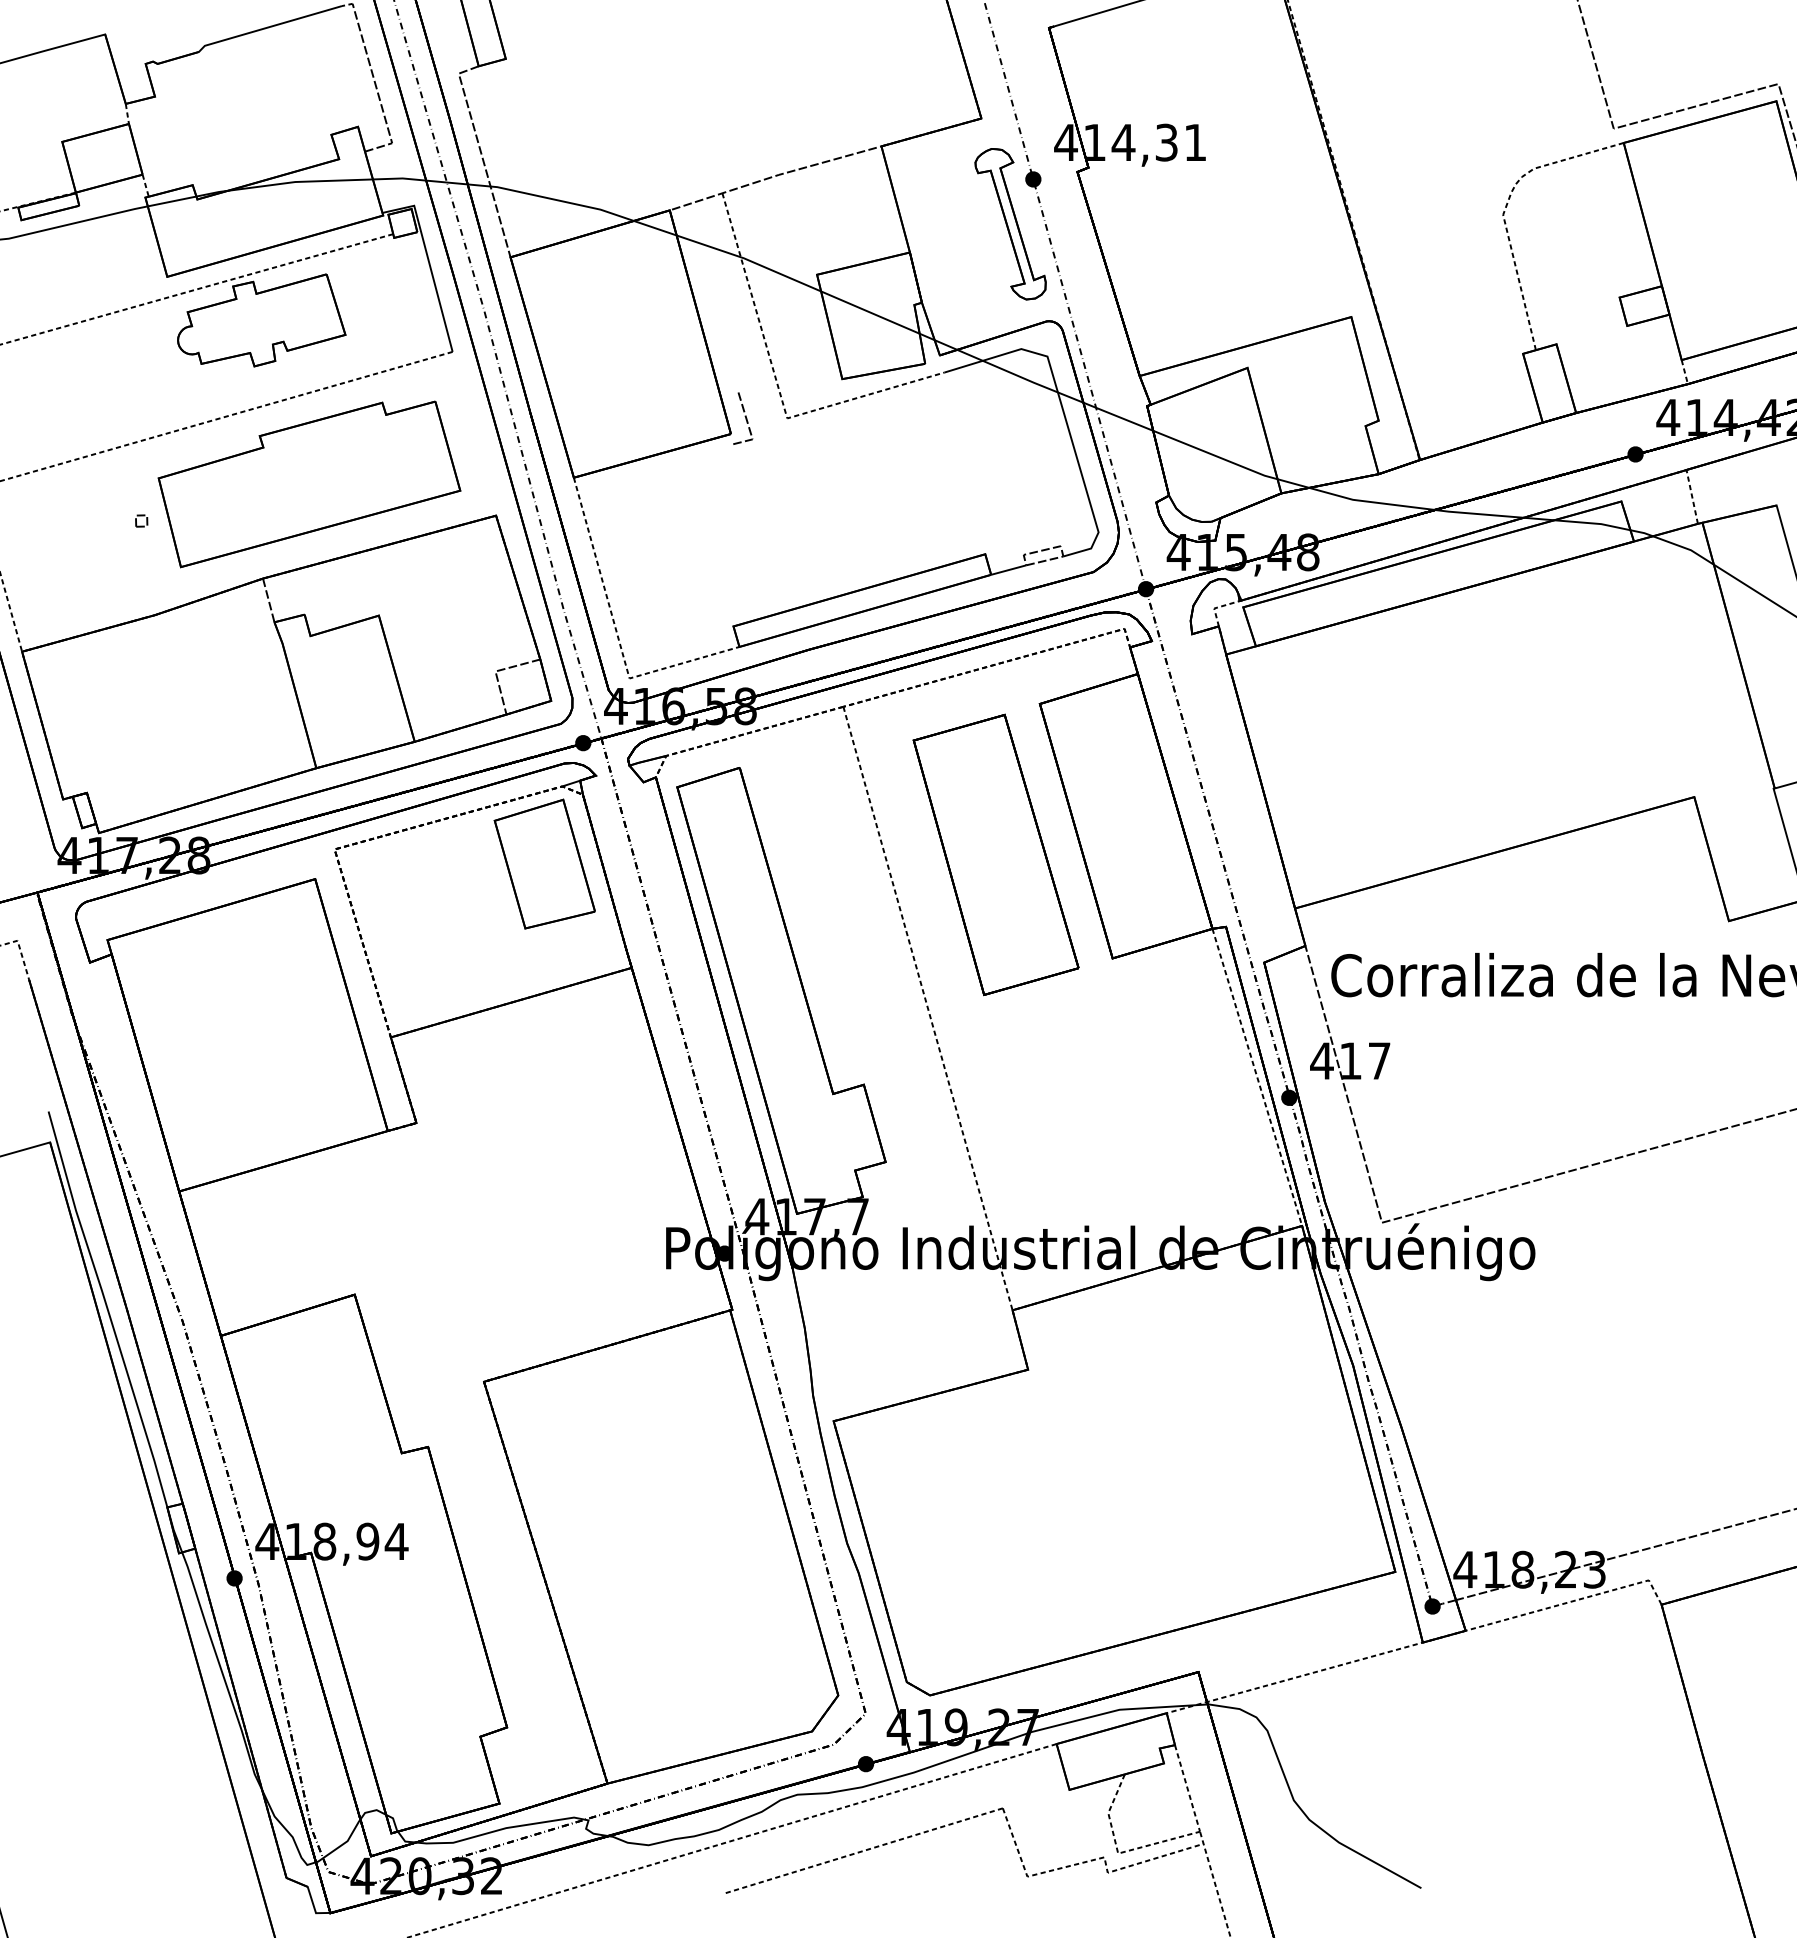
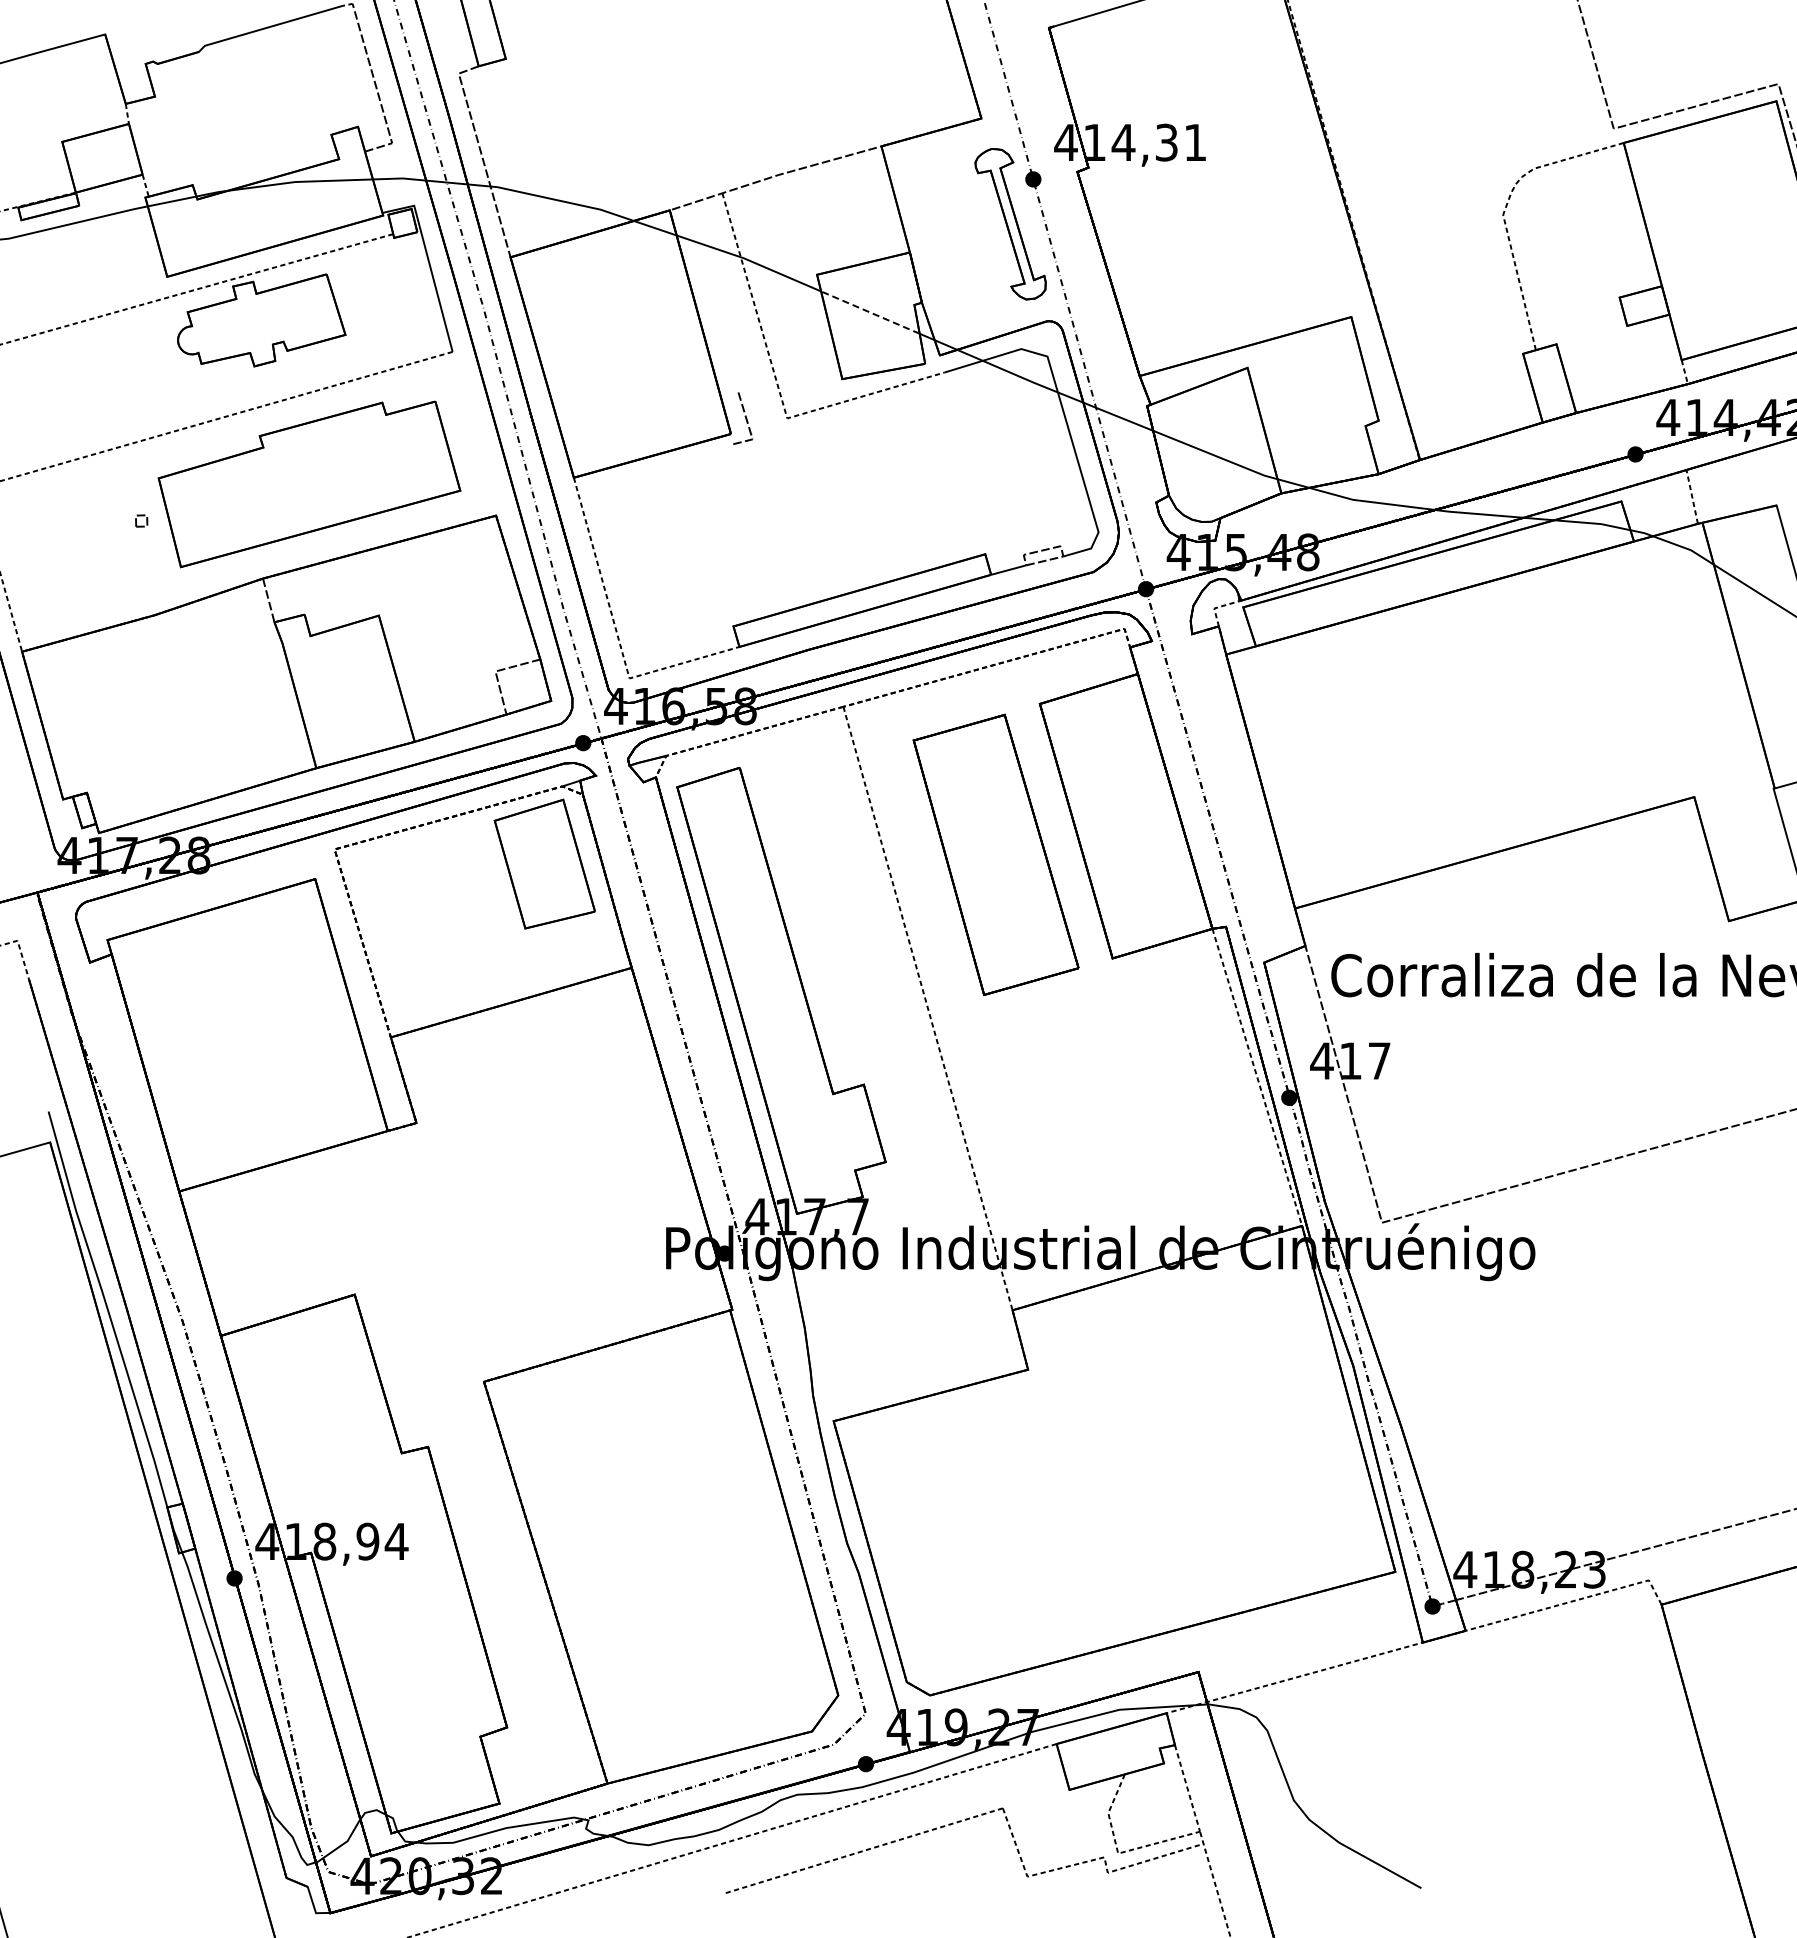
line at (870, 312): solid -> dashed
